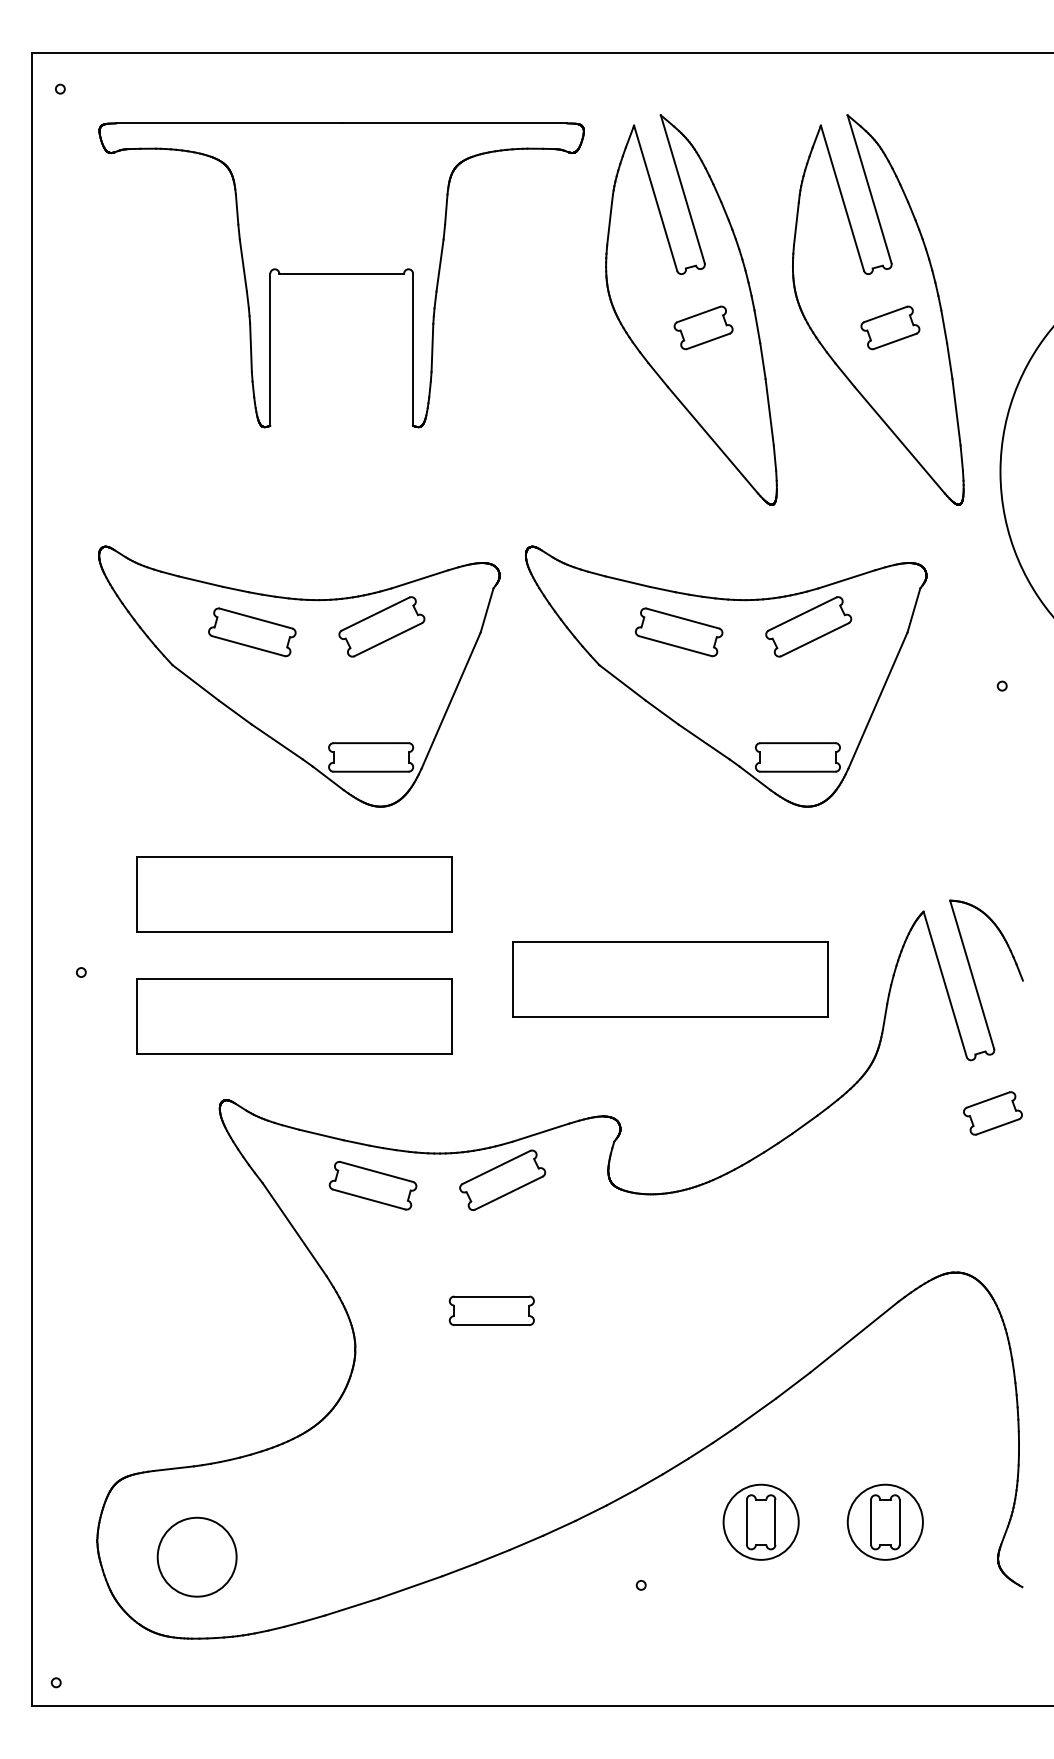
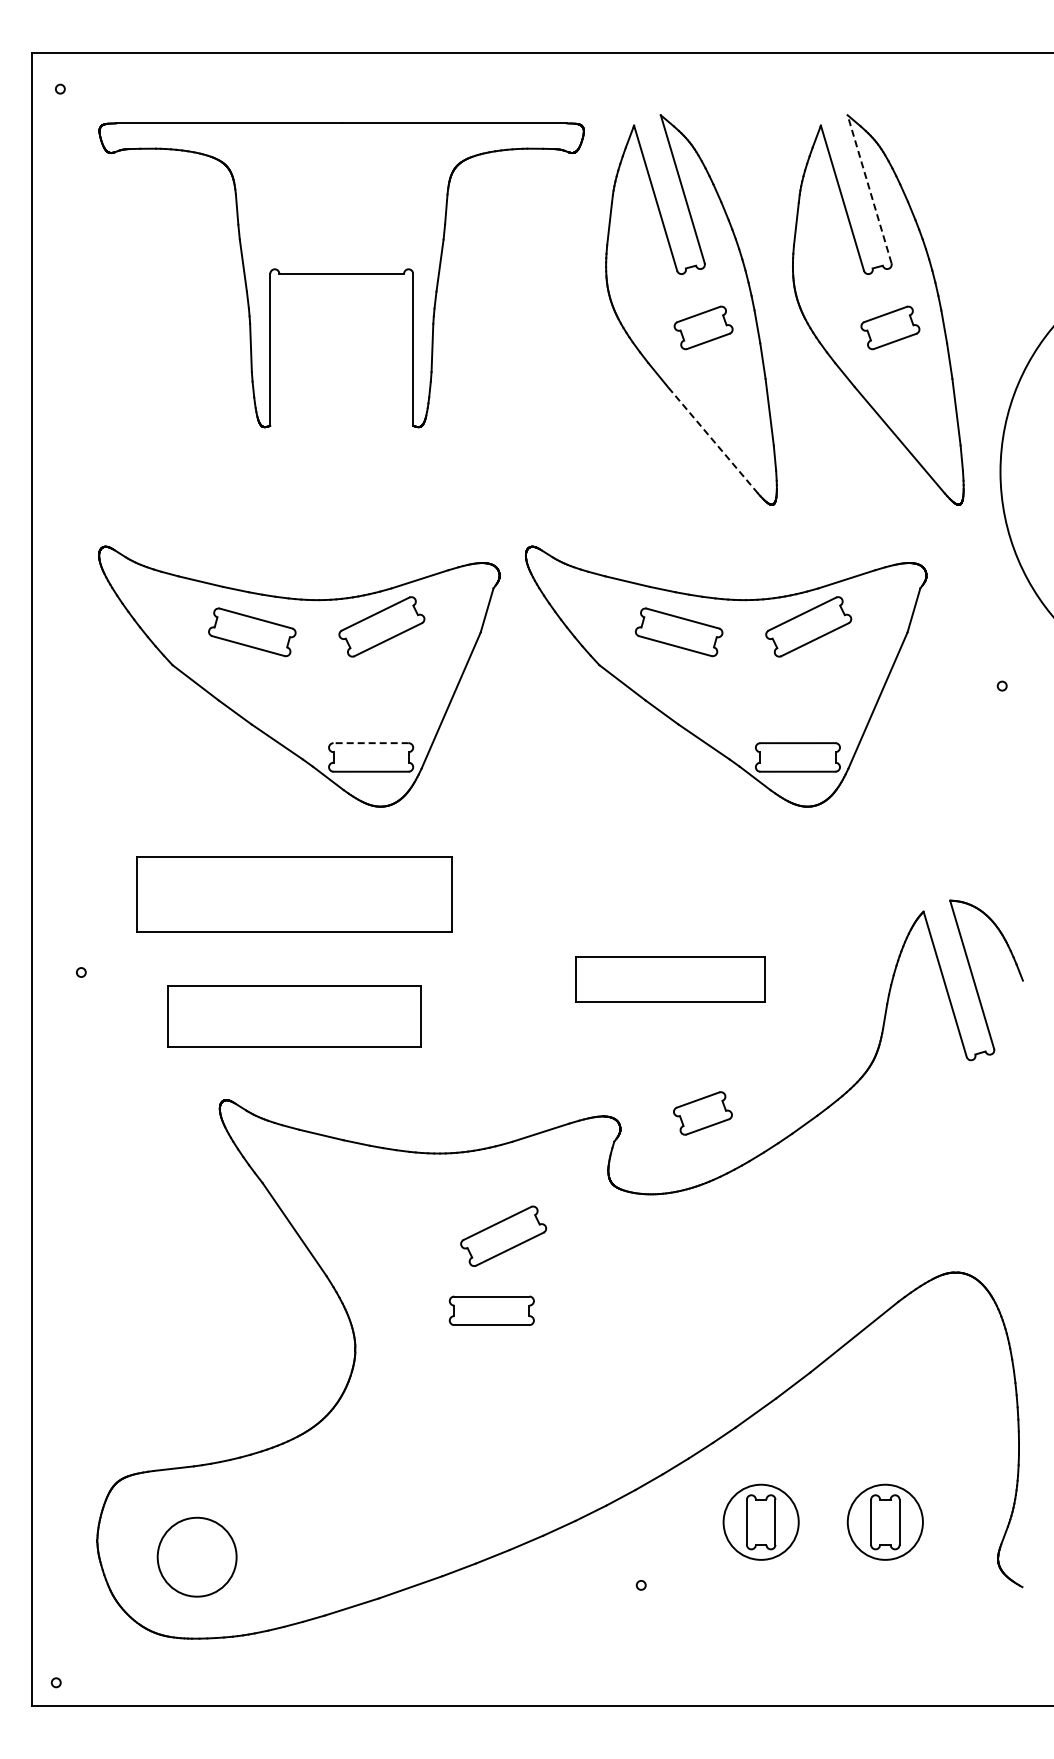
line at (869, 188): solid -> dashed
line at (713, 440): solid -> dashed
line at (371, 743): solid -> dashed
part at (670, 979) size: 317x77 px -> 191x47 px
part at (294, 1016) size: 317x77 px -> 255x63 px
part at (992, 1113) position: (992, 1113) -> (702, 1113)
part at (502, 1179) position: (502, 1179) -> (503, 1235)
part at (372, 1185): present -> none
